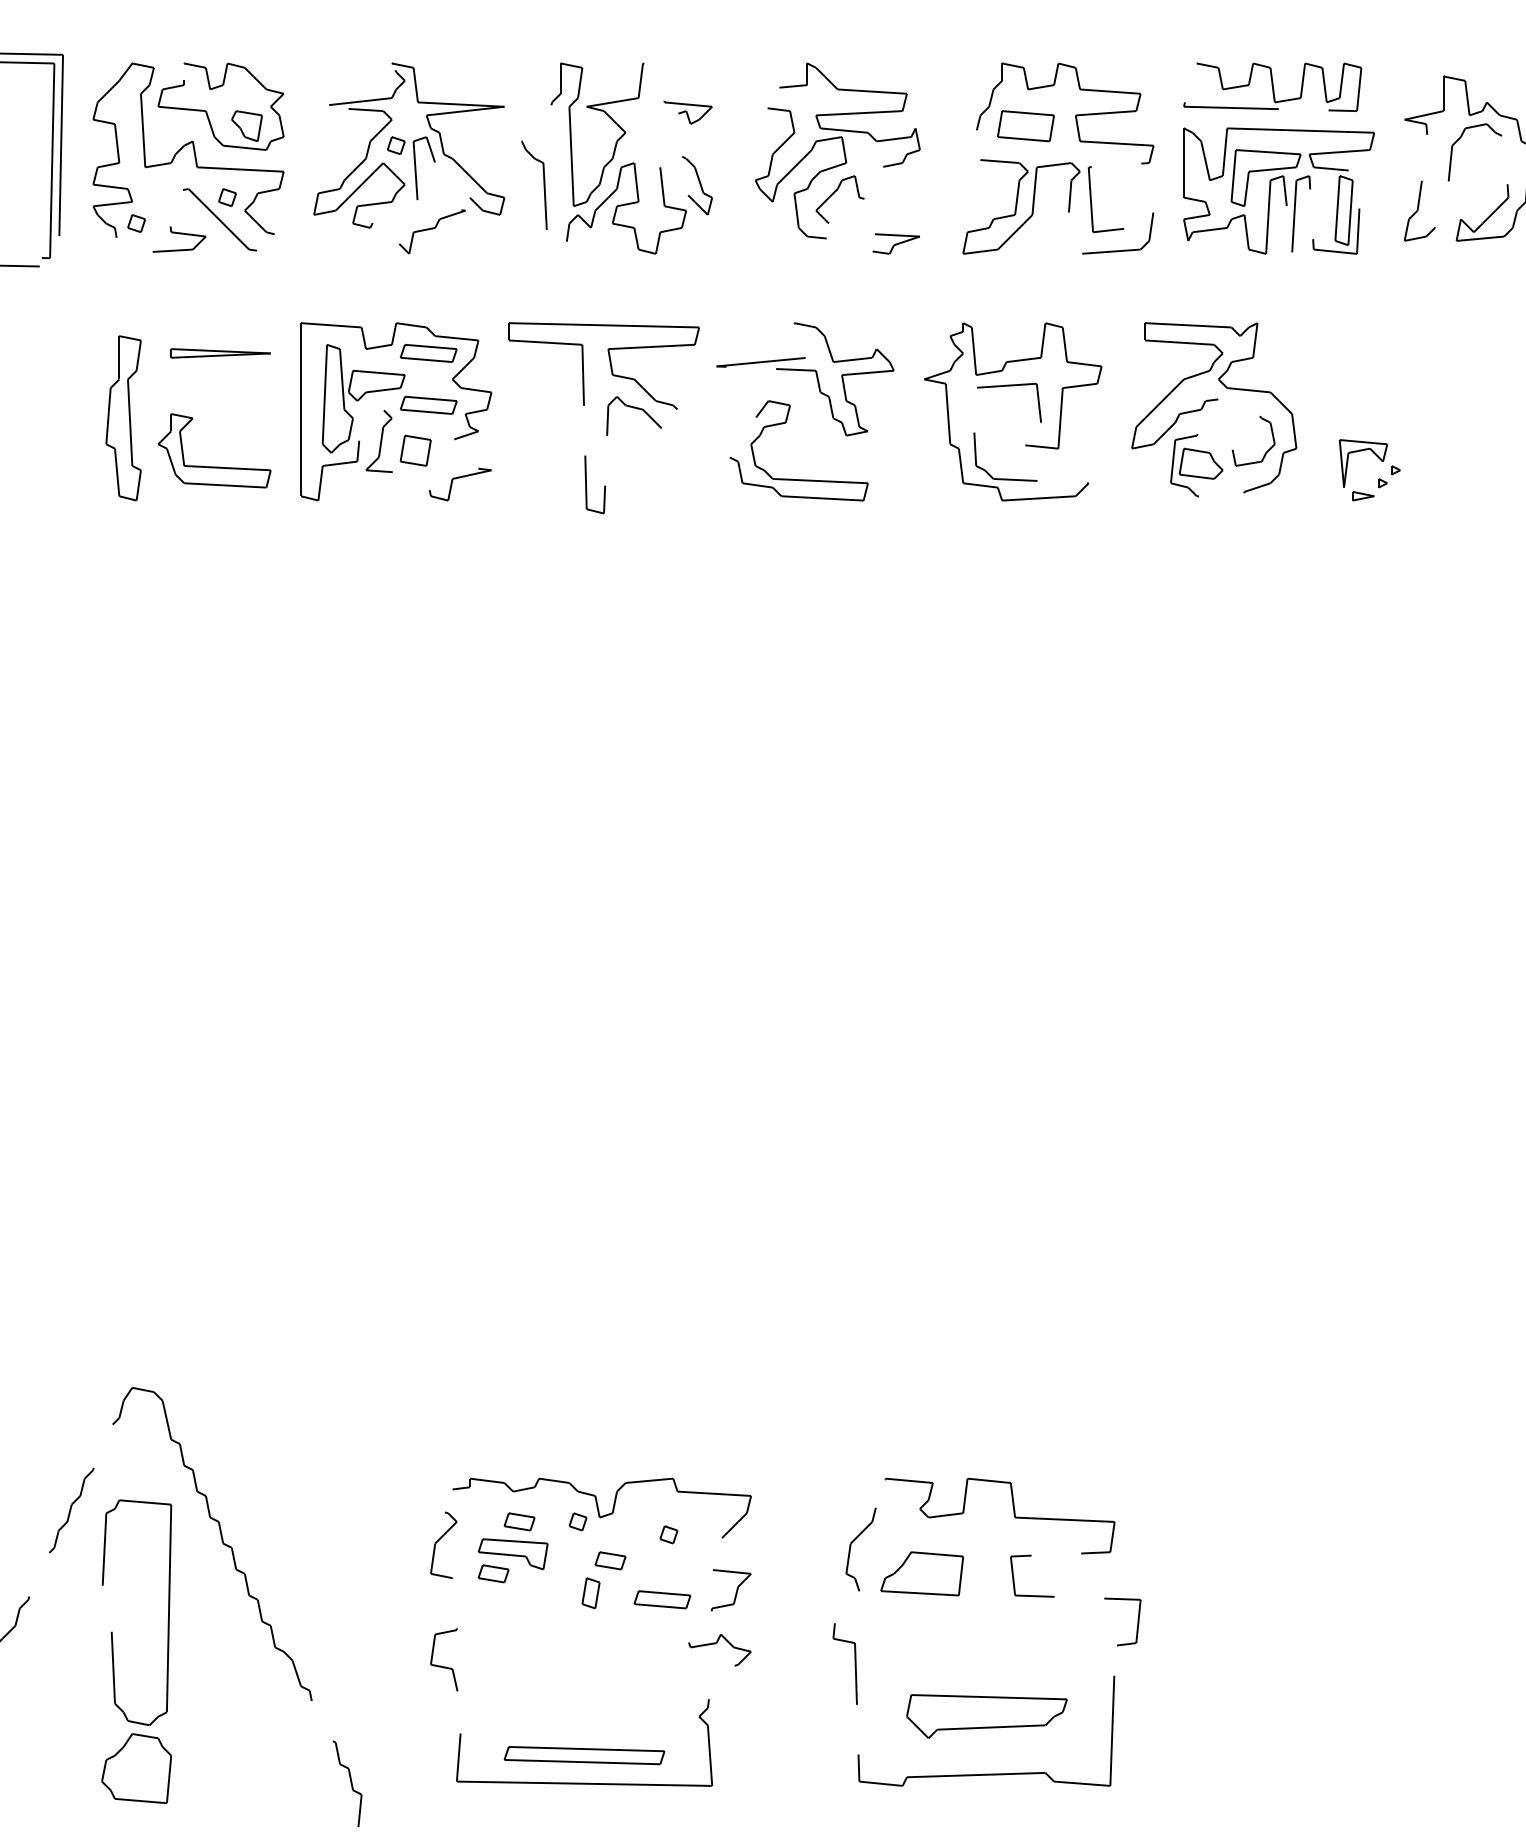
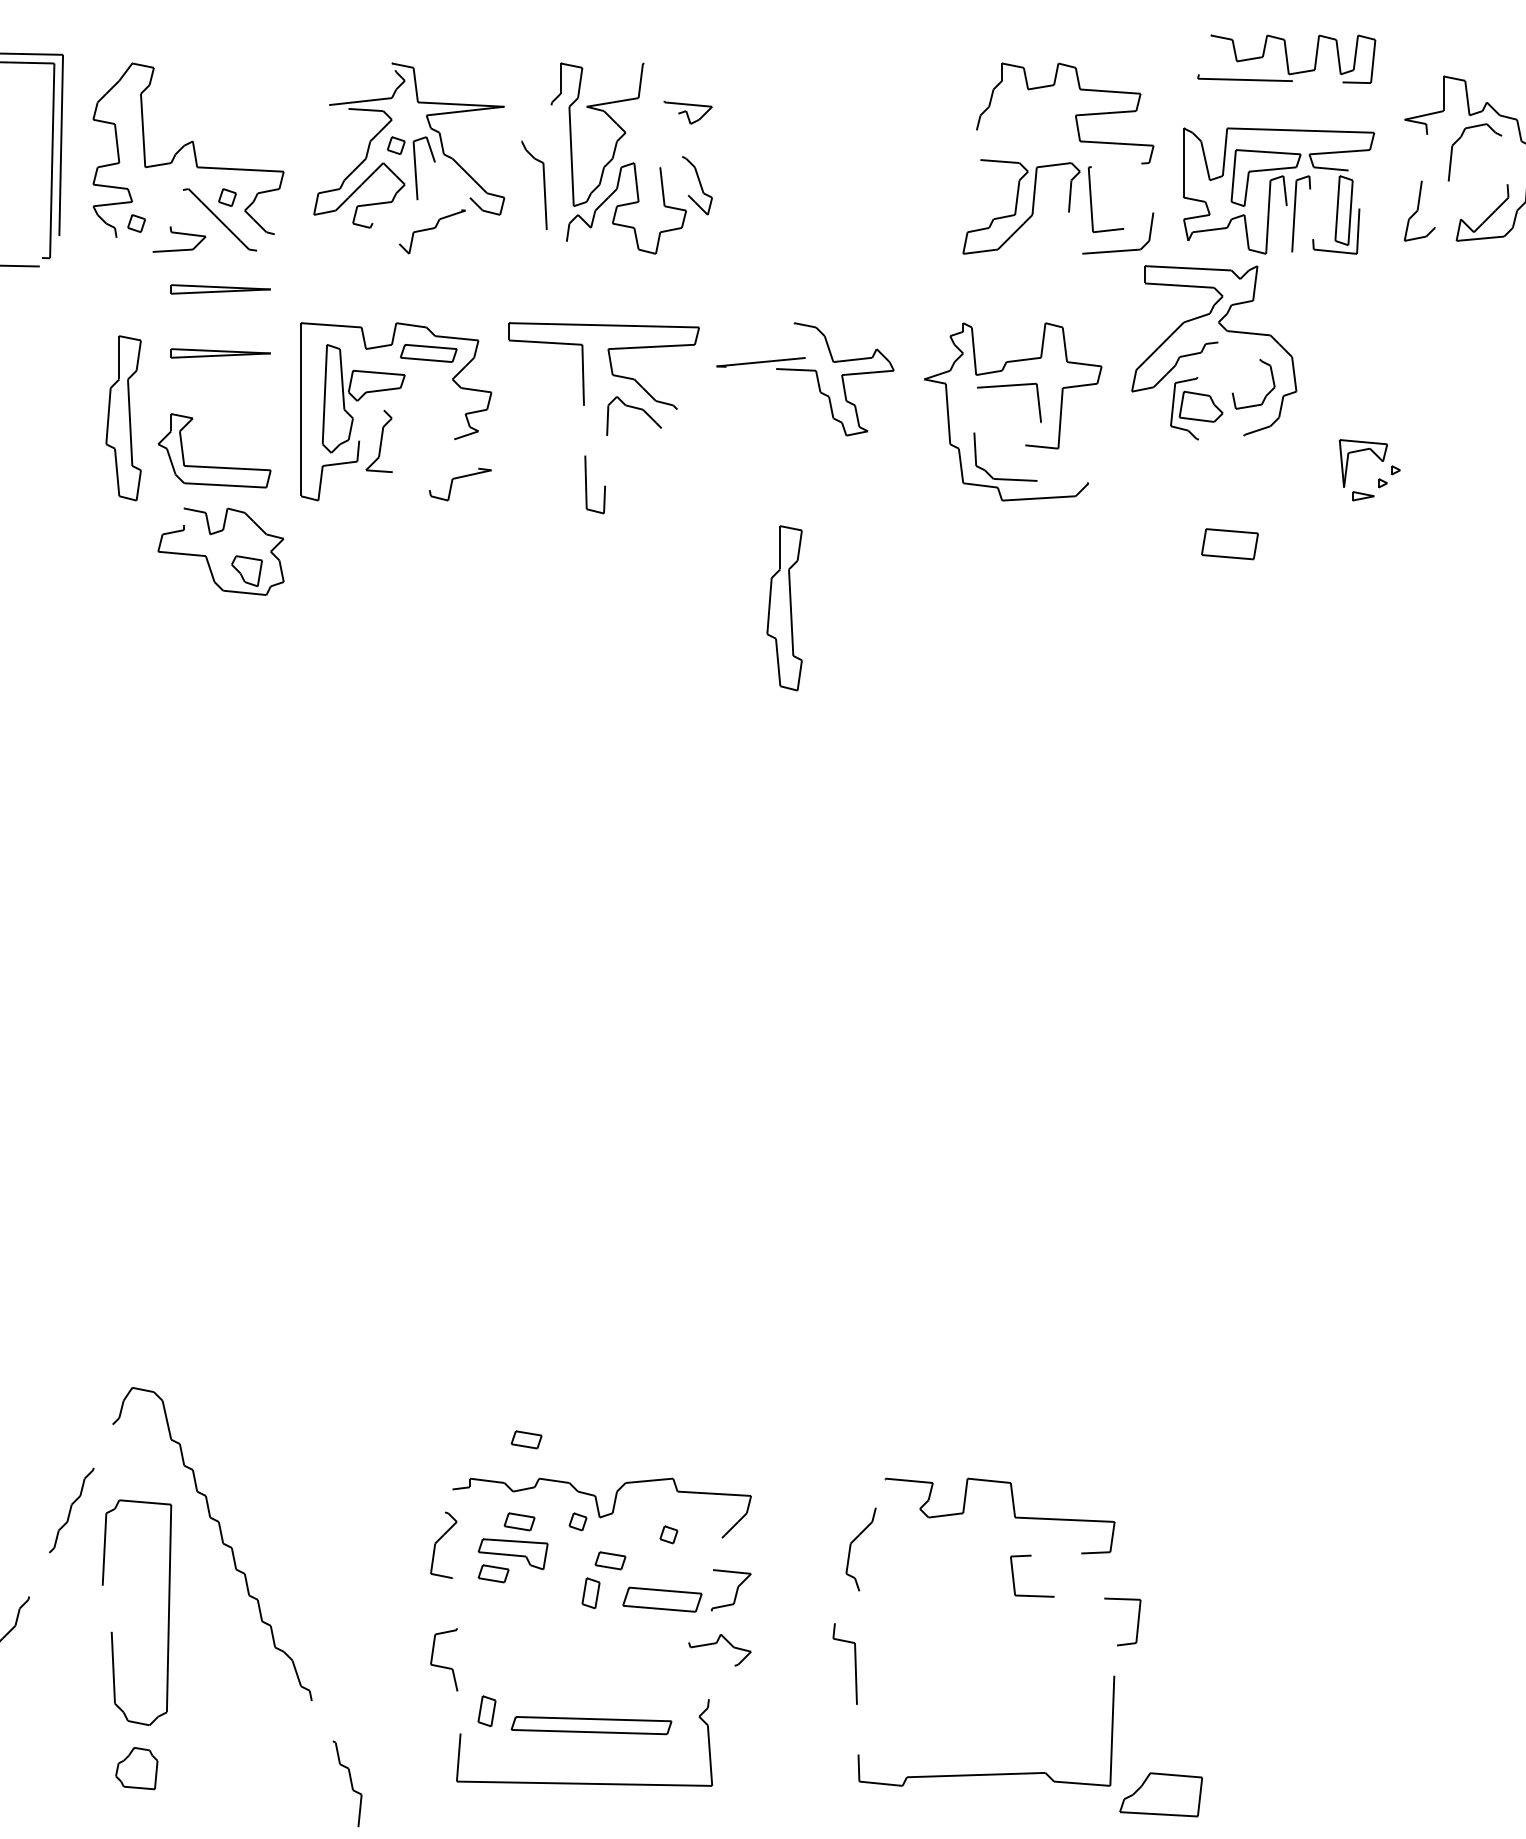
part at (1272, 86) position: (1272, 86) -> (1286, 58)
part at (207, 112) position: (207, 112) -> (207, 557)
part at (1025, 126) position: (1025, 126) -> (1229, 544)
part at (838, 164): present -> none
part at (220, 289): none -> present
part at (1212, 401) position: (1212, 401) -> (1212, 344)
part at (428, 404): present -> none
part at (415, 450): present -> none
part at (791, 478): present -> none
part at (784, 608): none -> present
part at (526, 1439): none -> present
part at (921, 1573) position: (921, 1573) -> (1160, 1794)
part at (662, 1599) size: 59x20 px -> 81x27 px
part at (486, 1711): none -> present
part at (986, 1716): present -> none
part at (584, 1755) position: (584, 1755) -> (591, 1725)
part at (136, 1768) size: 72x71 px -> 44x44 px
